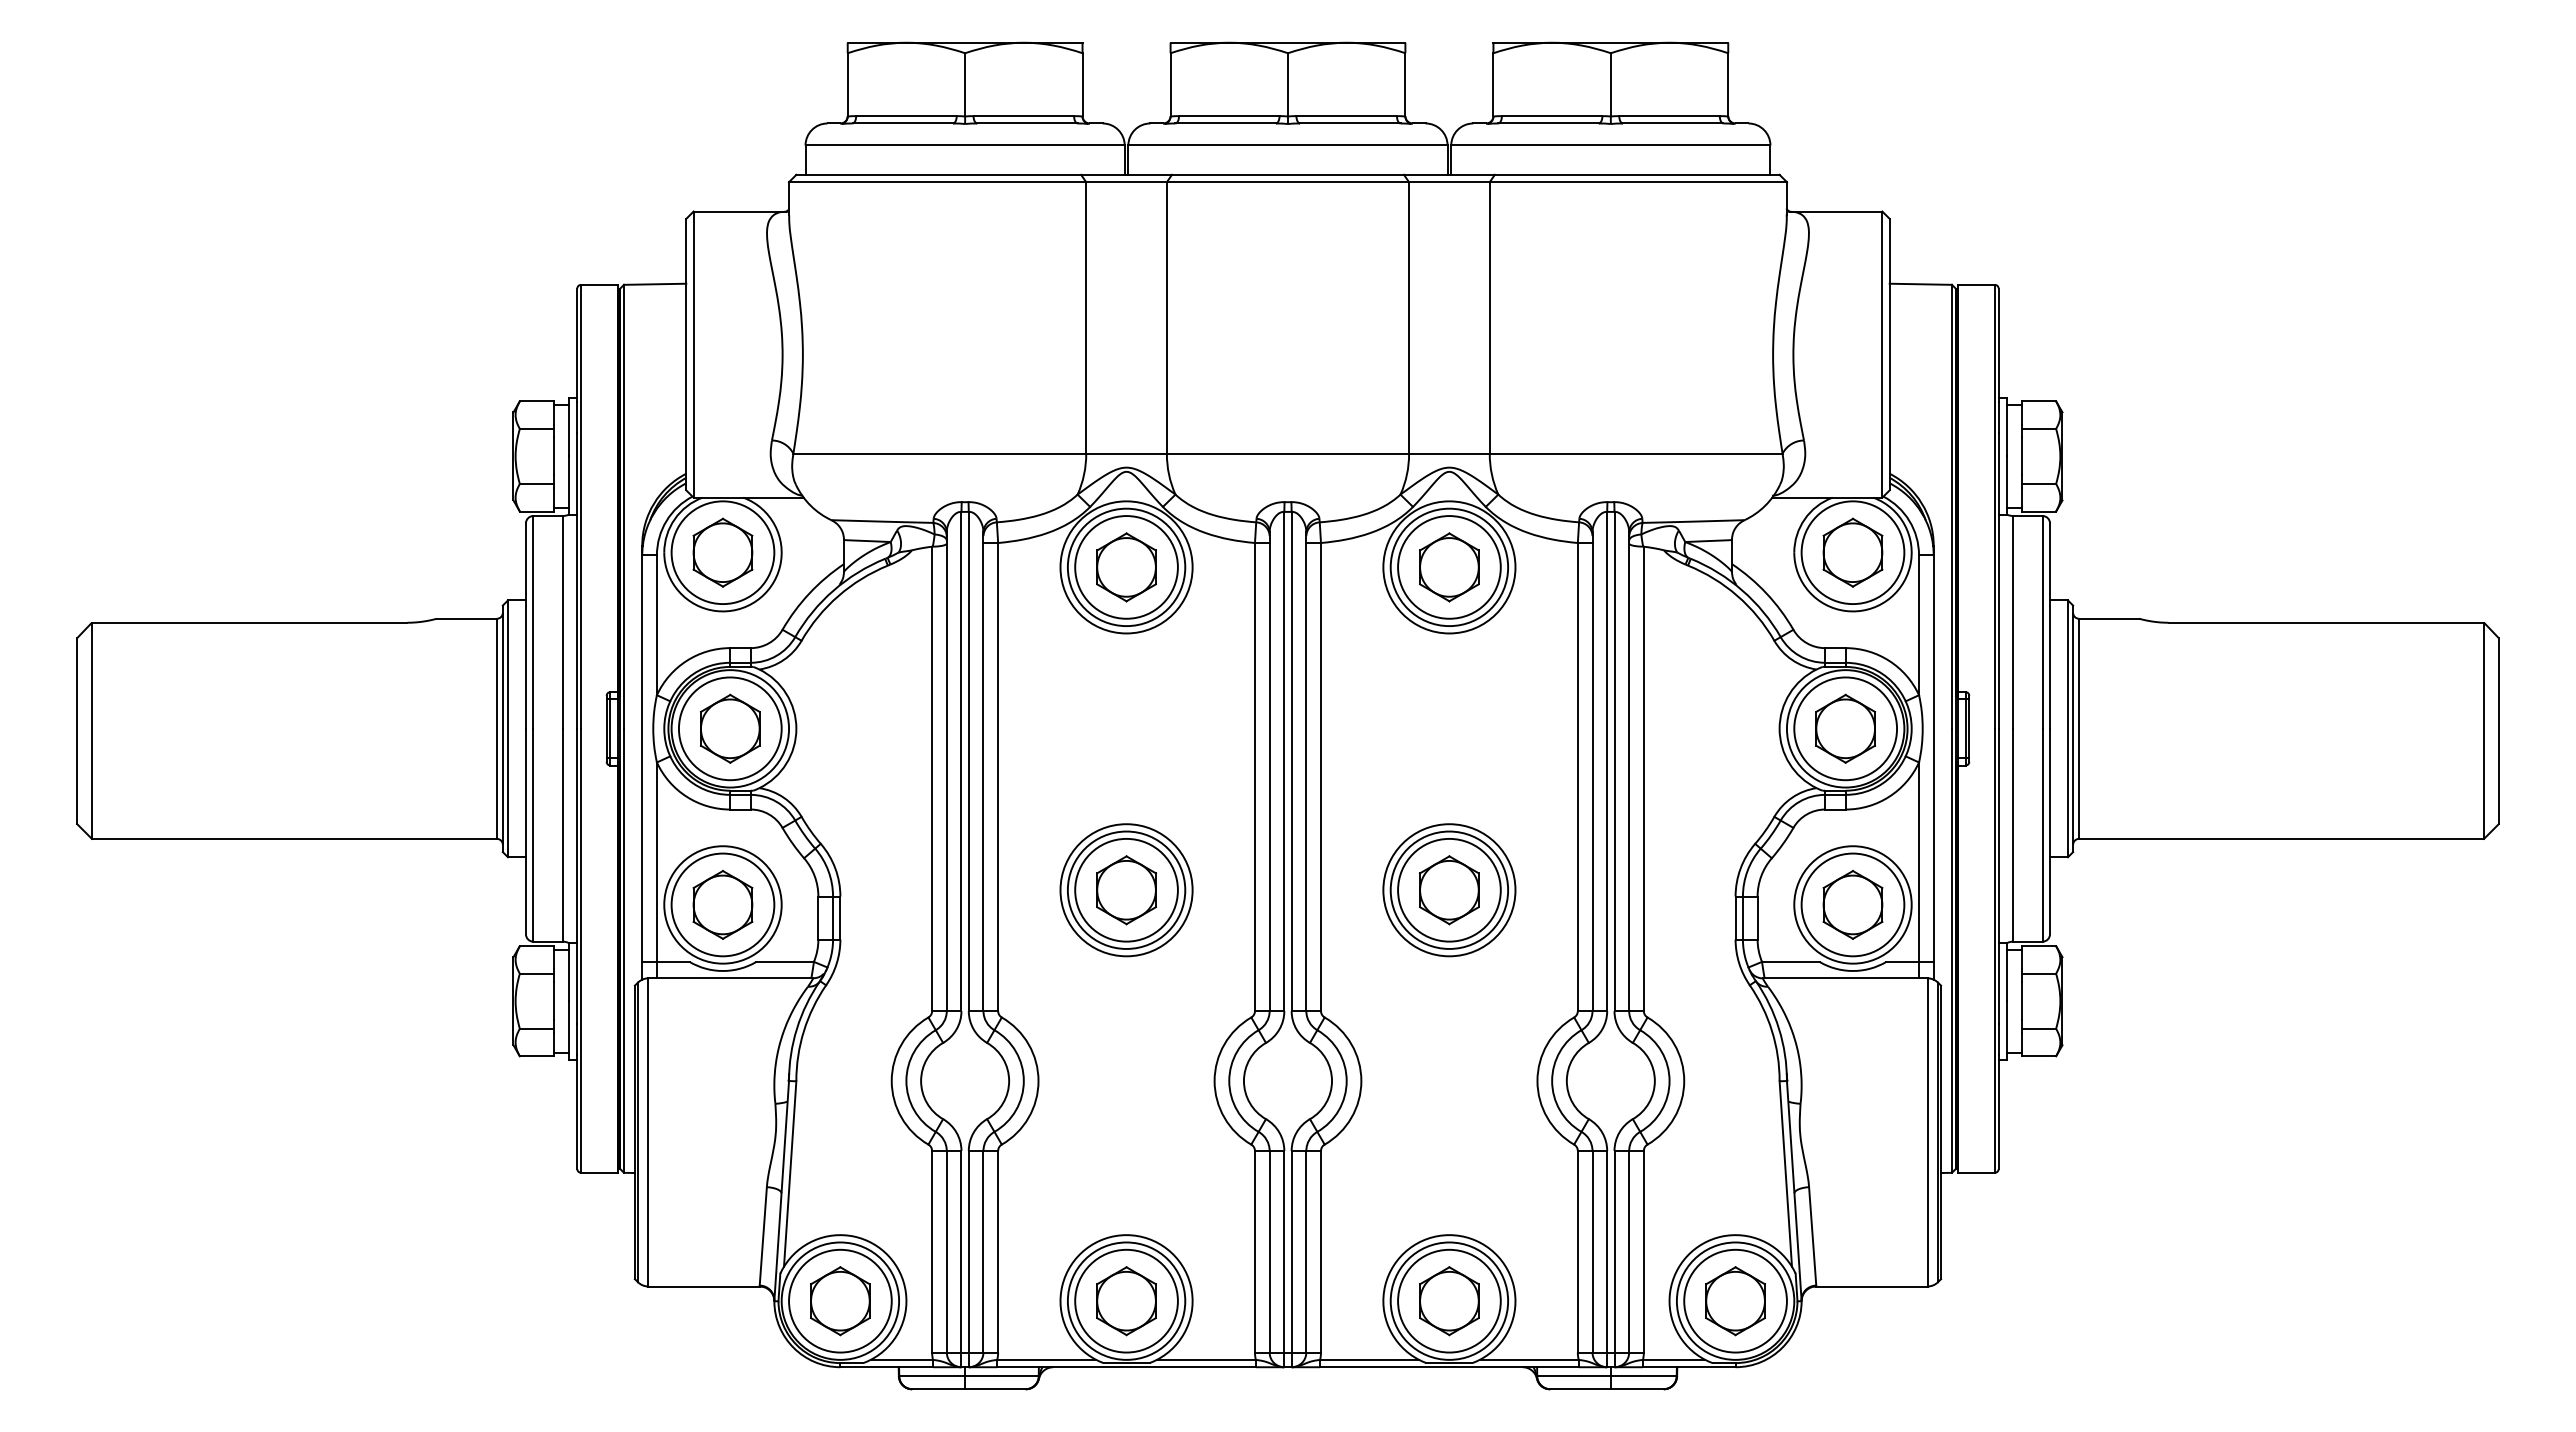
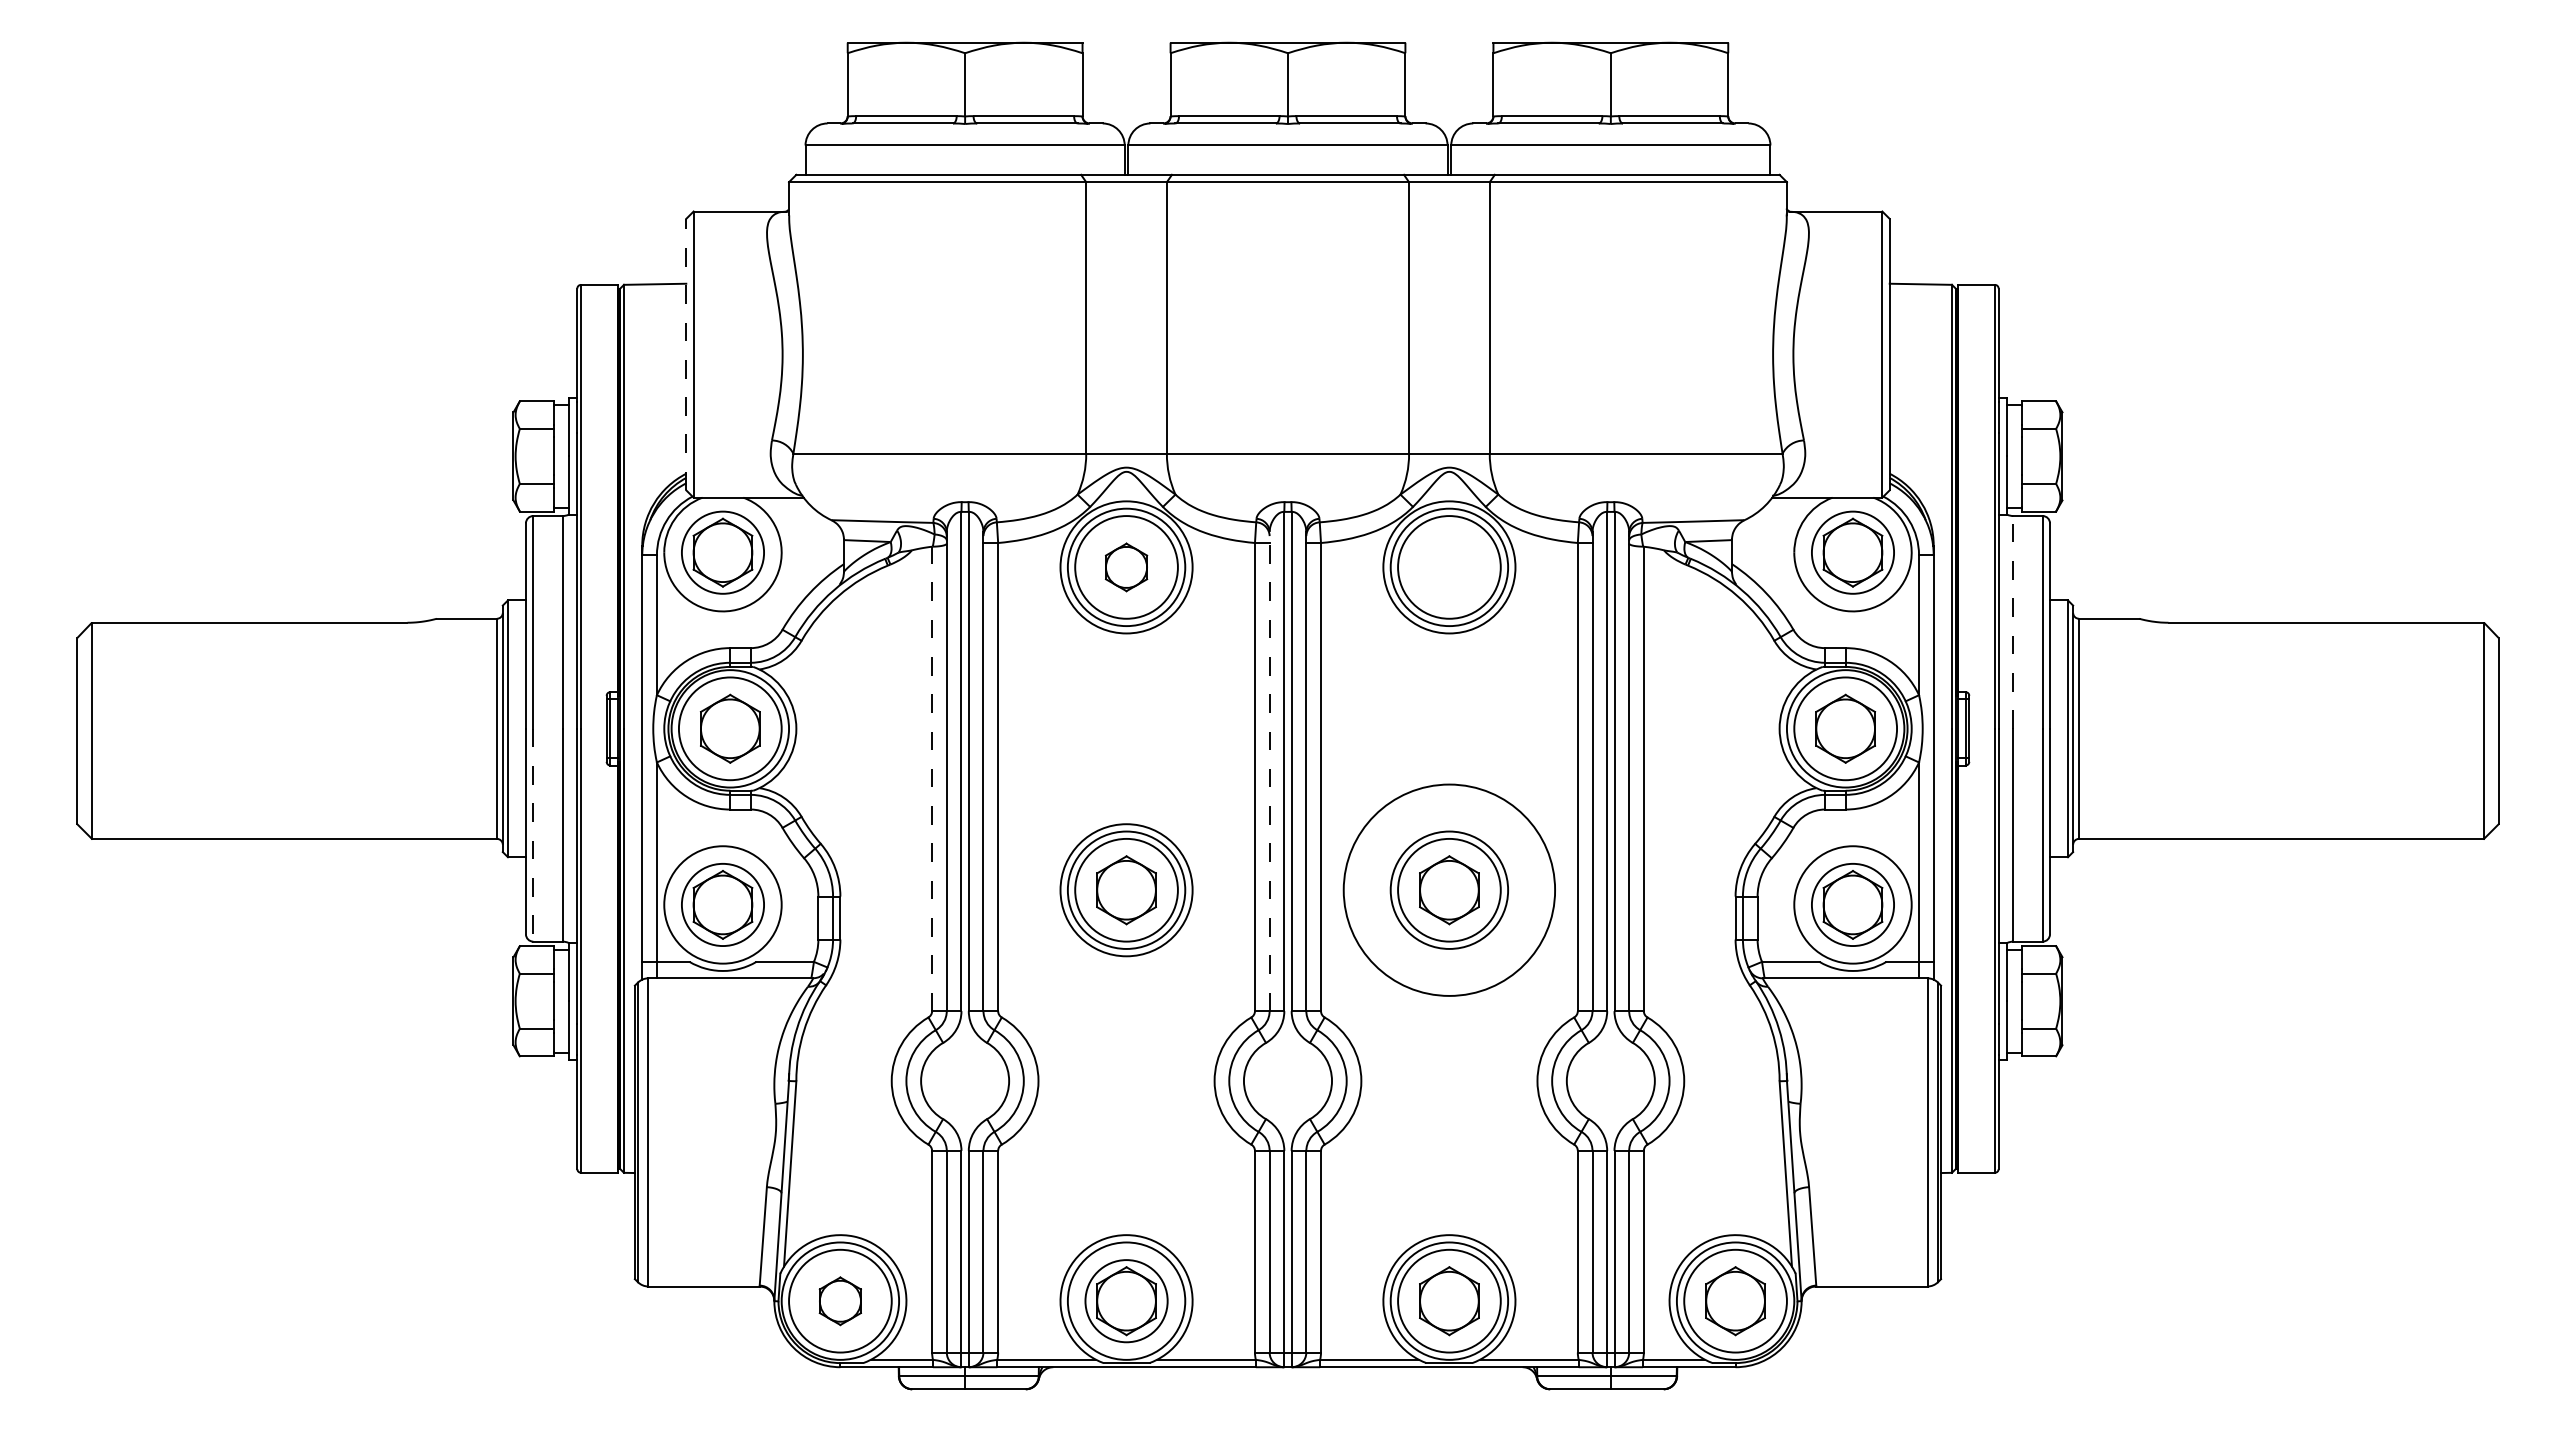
line at (686, 354): solid -> dashed
circle at (722, 552) diameter: 103 px -> 82 px
circle at (1852, 552) diameter: 103 px -> 82 px
part at (1126, 567) size: 61x71 px -> 44x51 px
part at (1449, 567): present -> none
line at (2013, 621): solid -> dashed
line at (1269, 771): solid -> dashed
line at (932, 778): solid -> dashed
line at (533, 835): solid -> dashed
circle at (1449, 890) diameter: 132 px -> 211 px
circle at (722, 904) diameter: 103 px -> 82 px
circle at (1852, 904) diameter: 103 px -> 82 px
circle at (1126, 1300) diameter: 103 px -> 82 px
part at (840, 1301) size: 61x71 px -> 44x51 px
